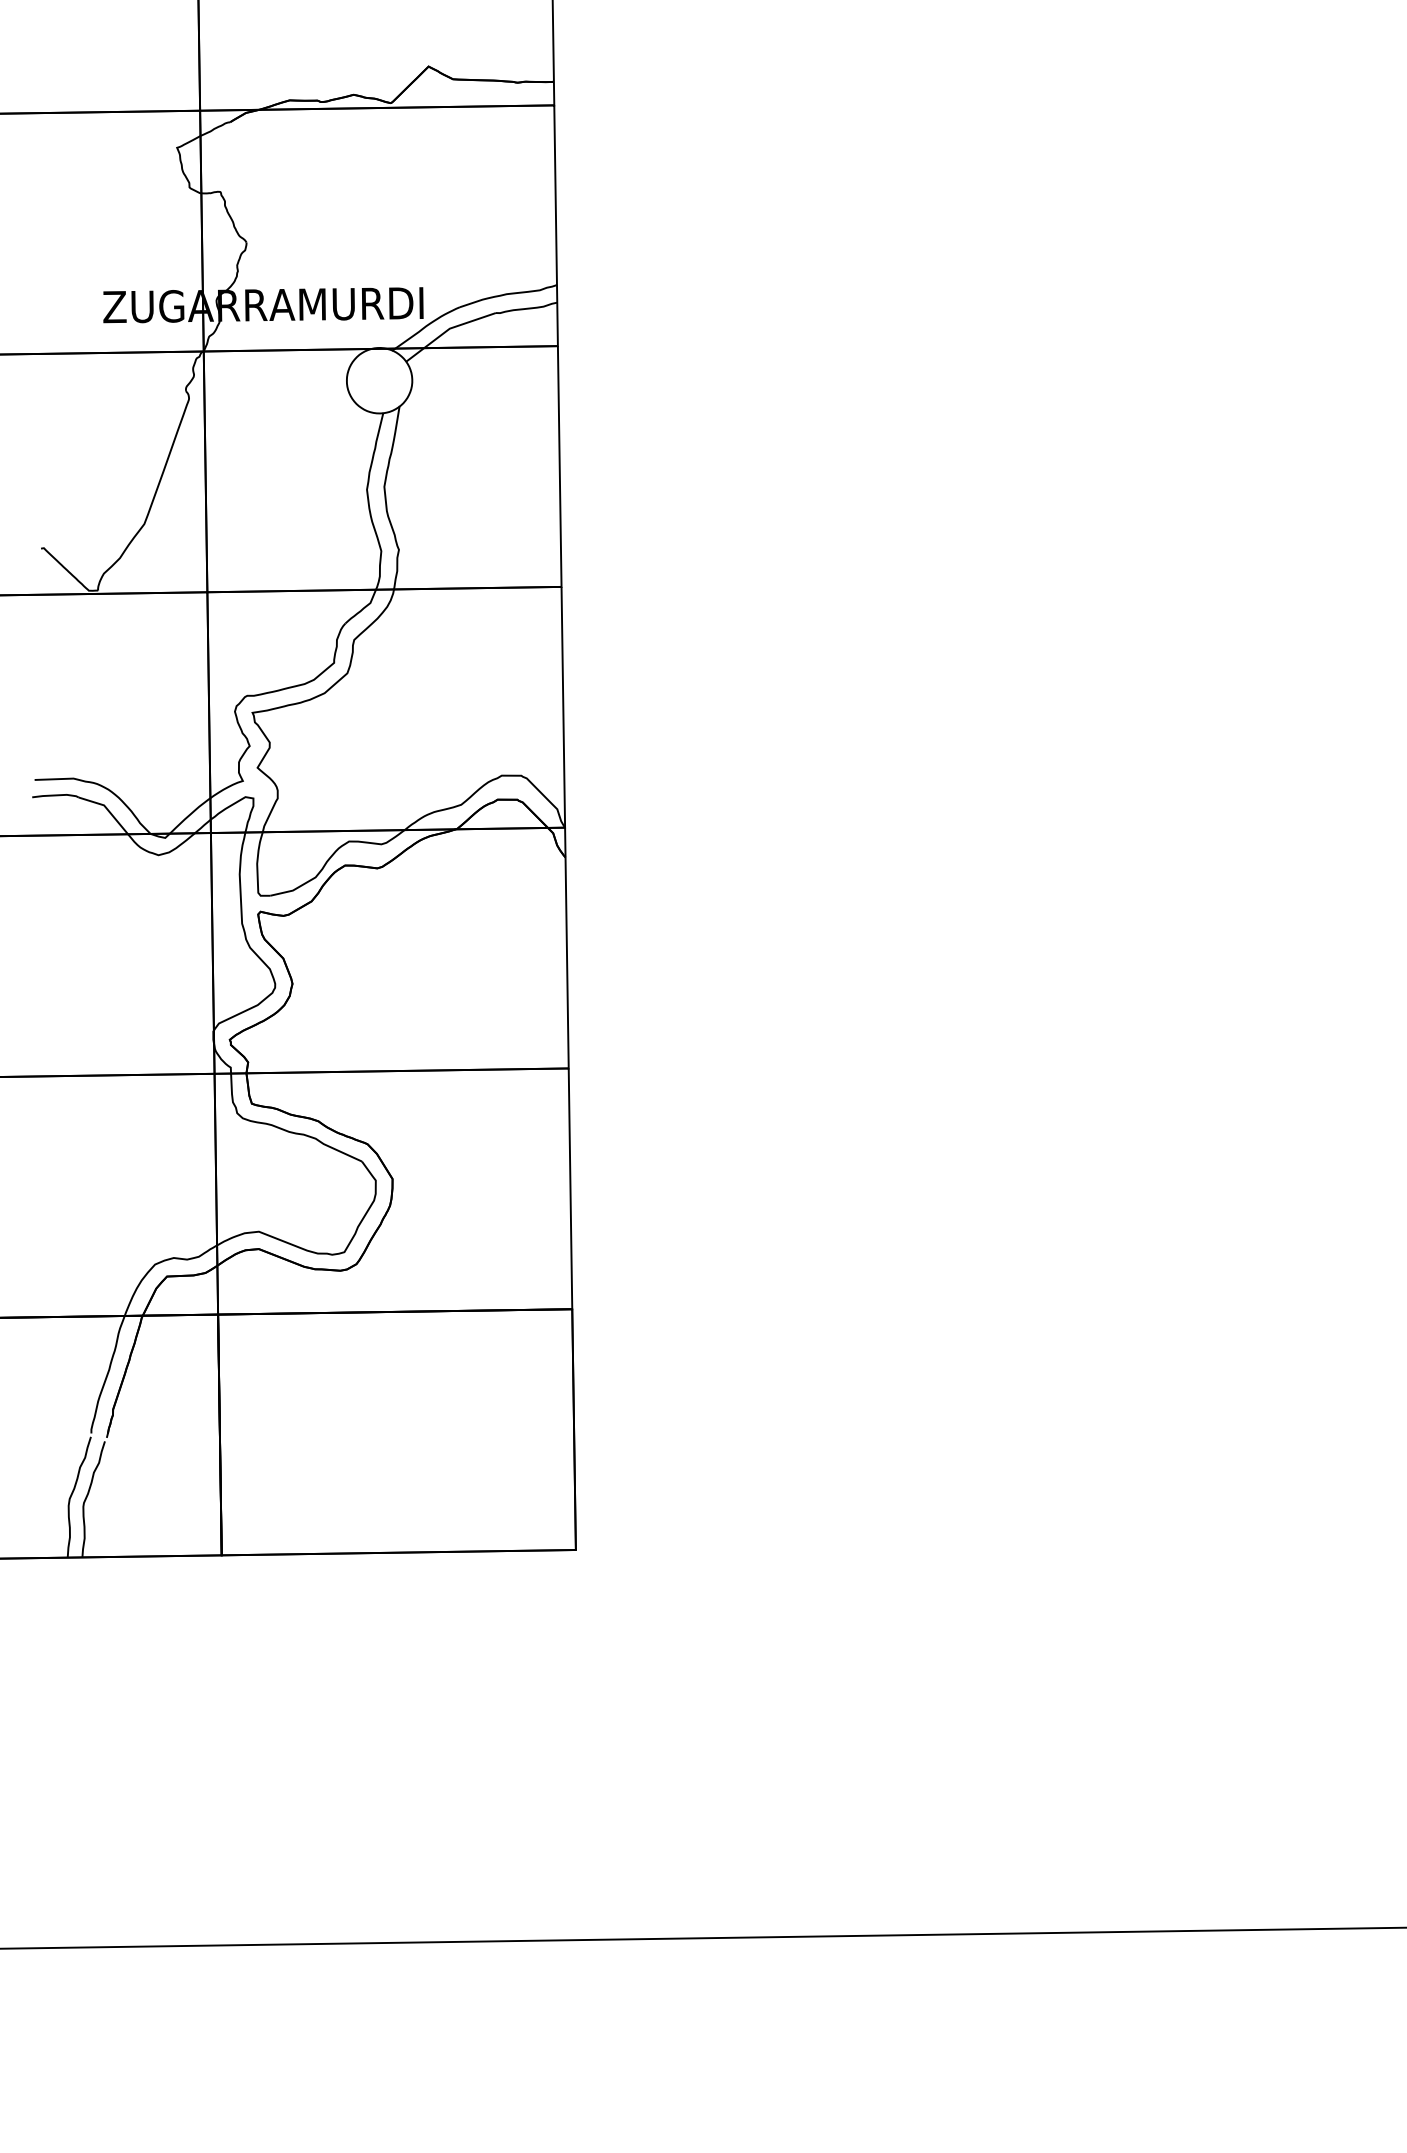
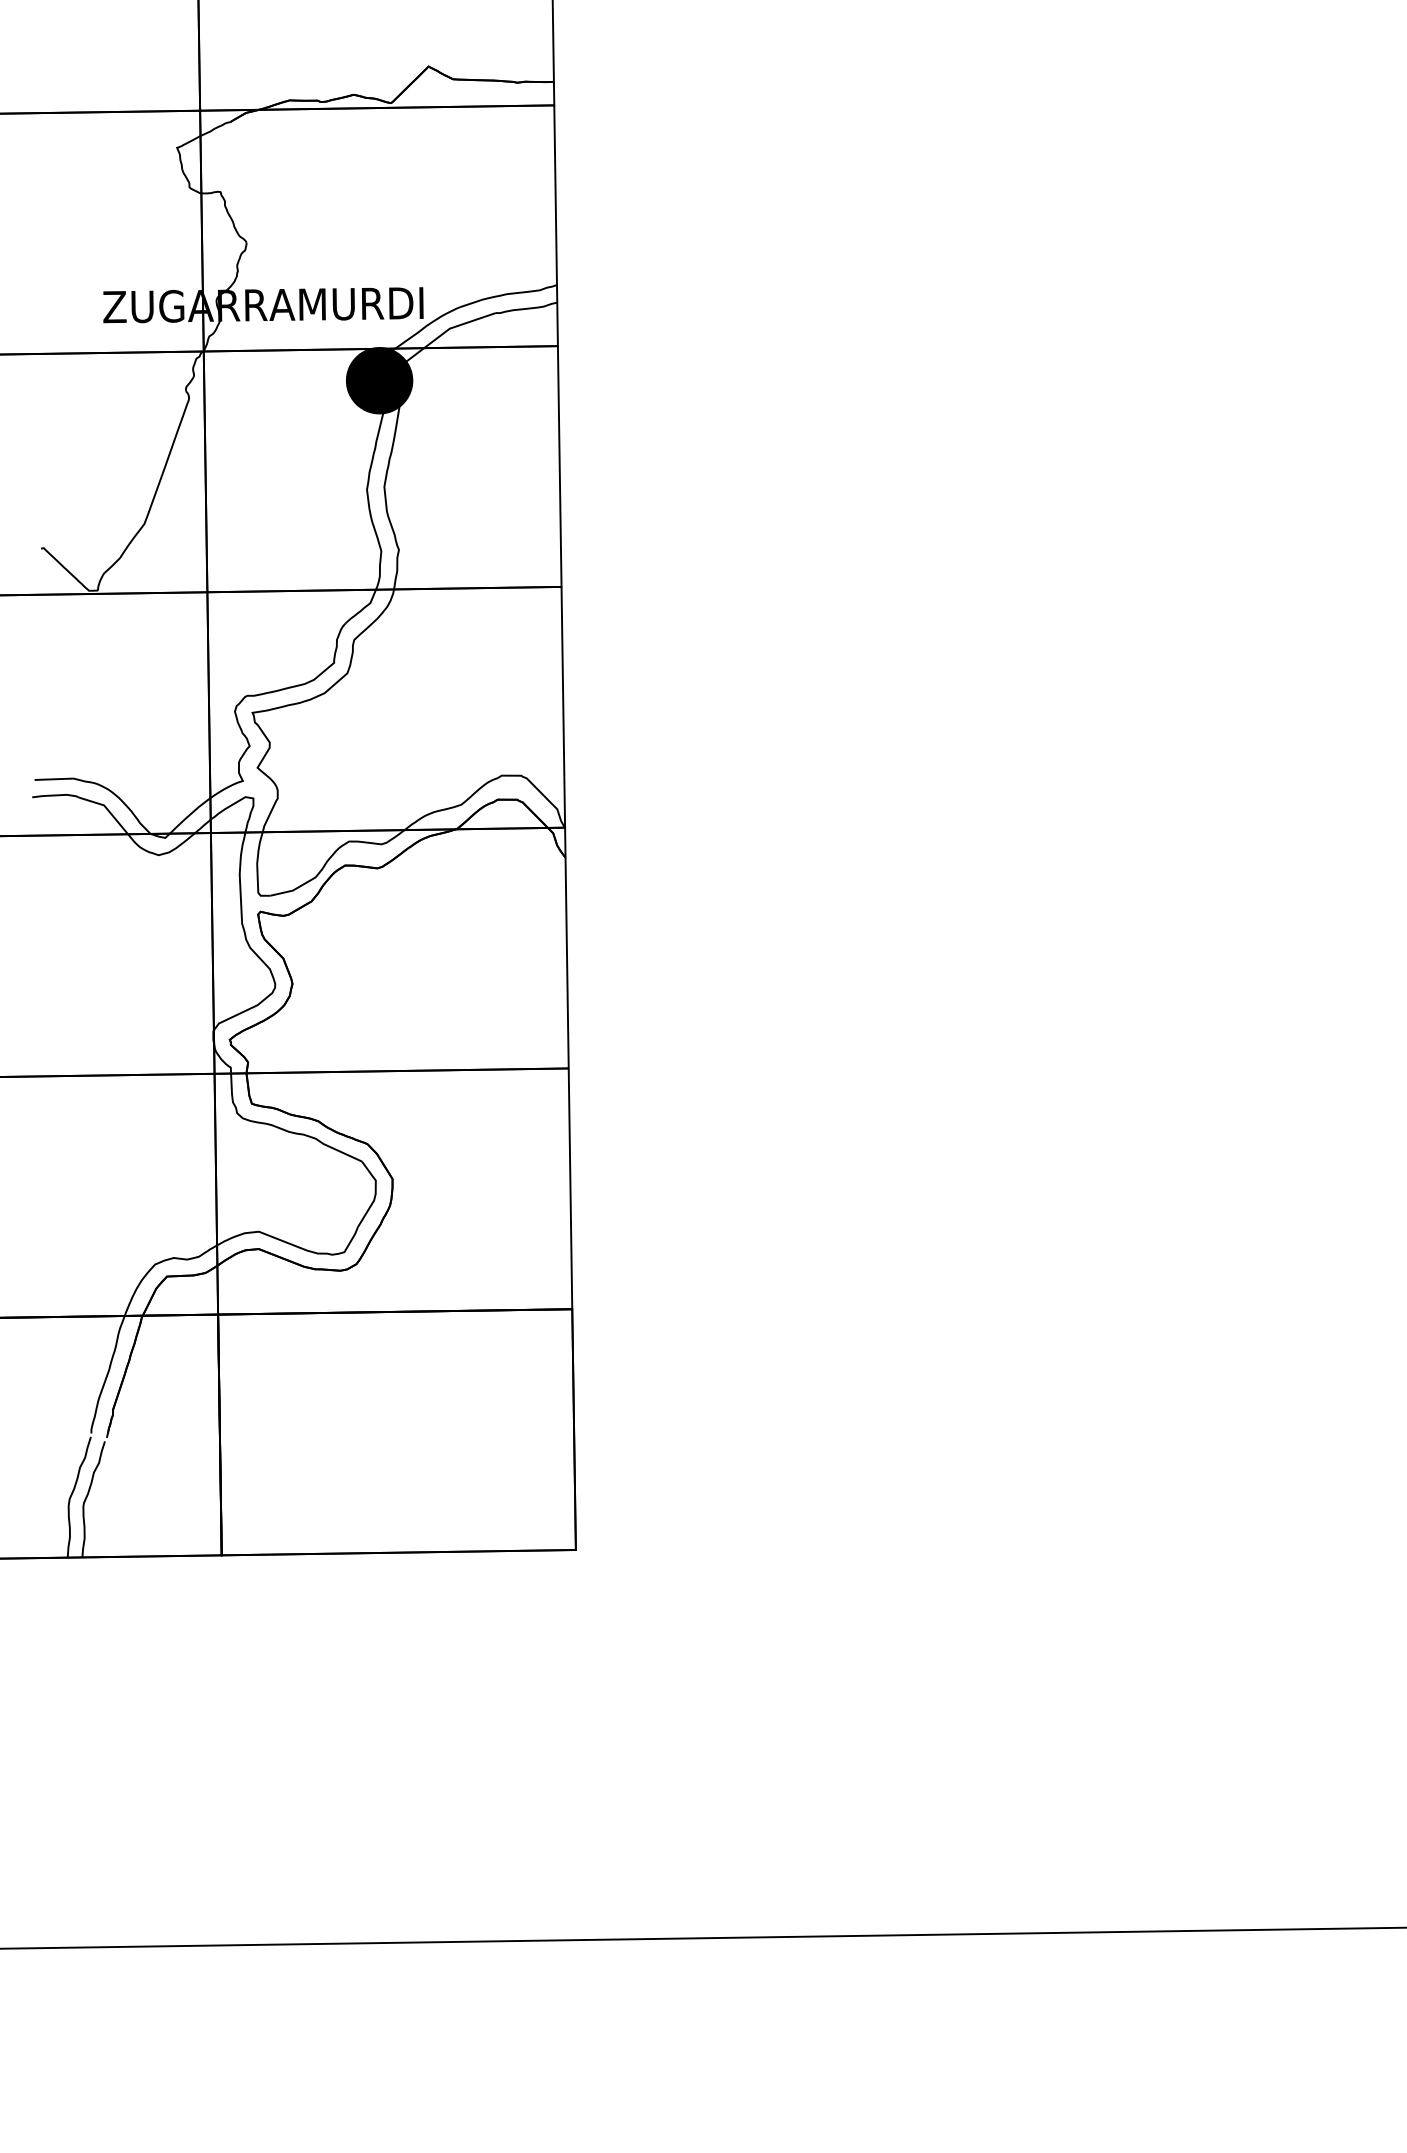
fill at (379, 380): none -> present
fill at (379, 380): none -> present
